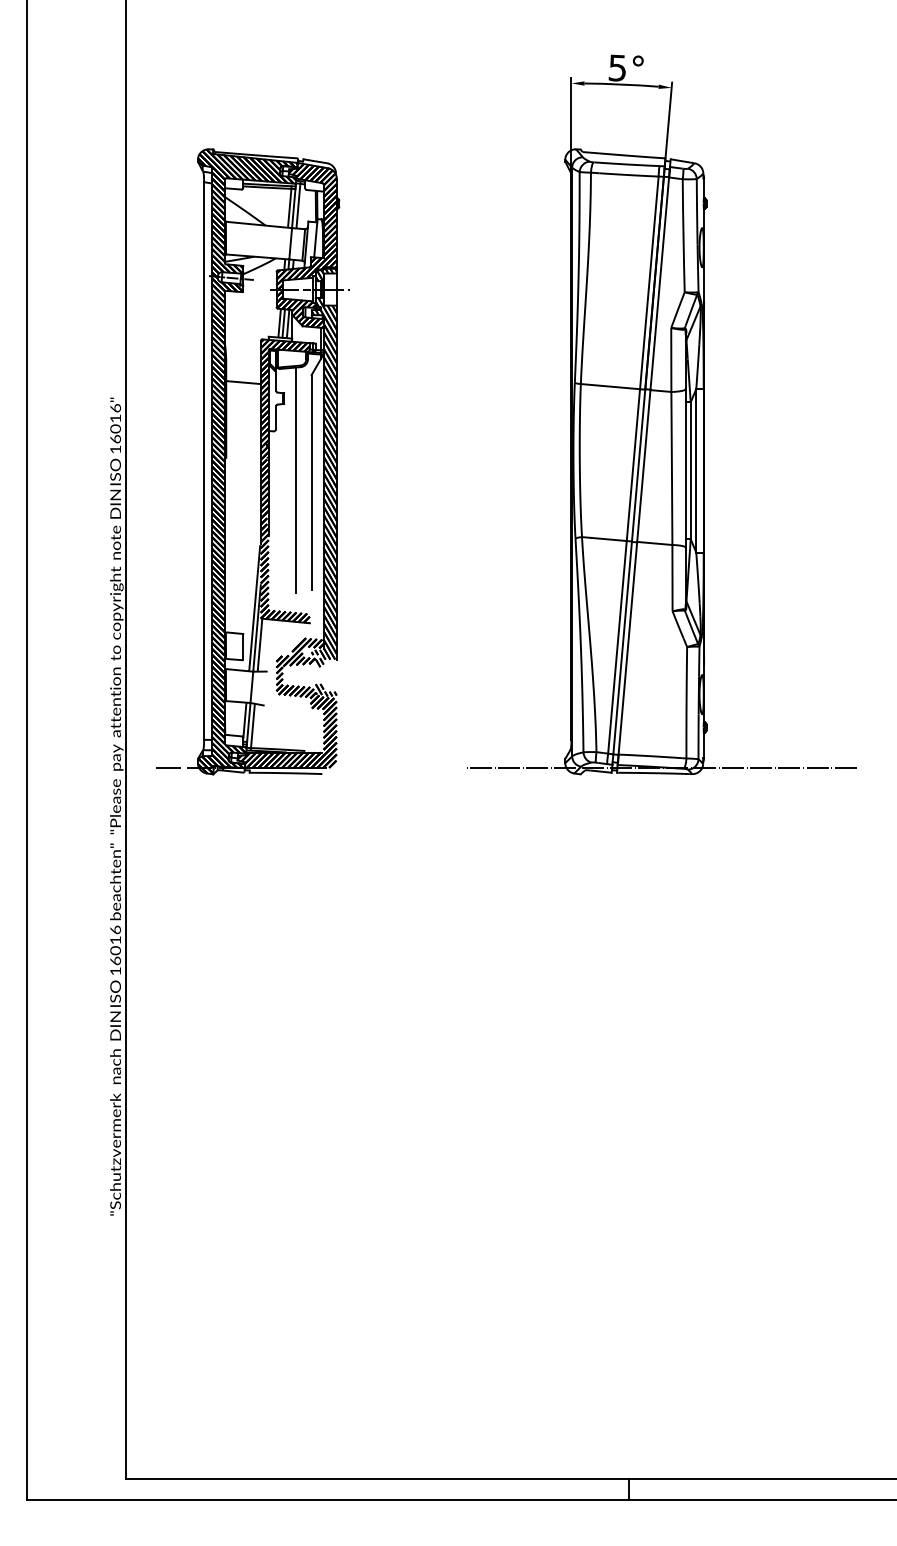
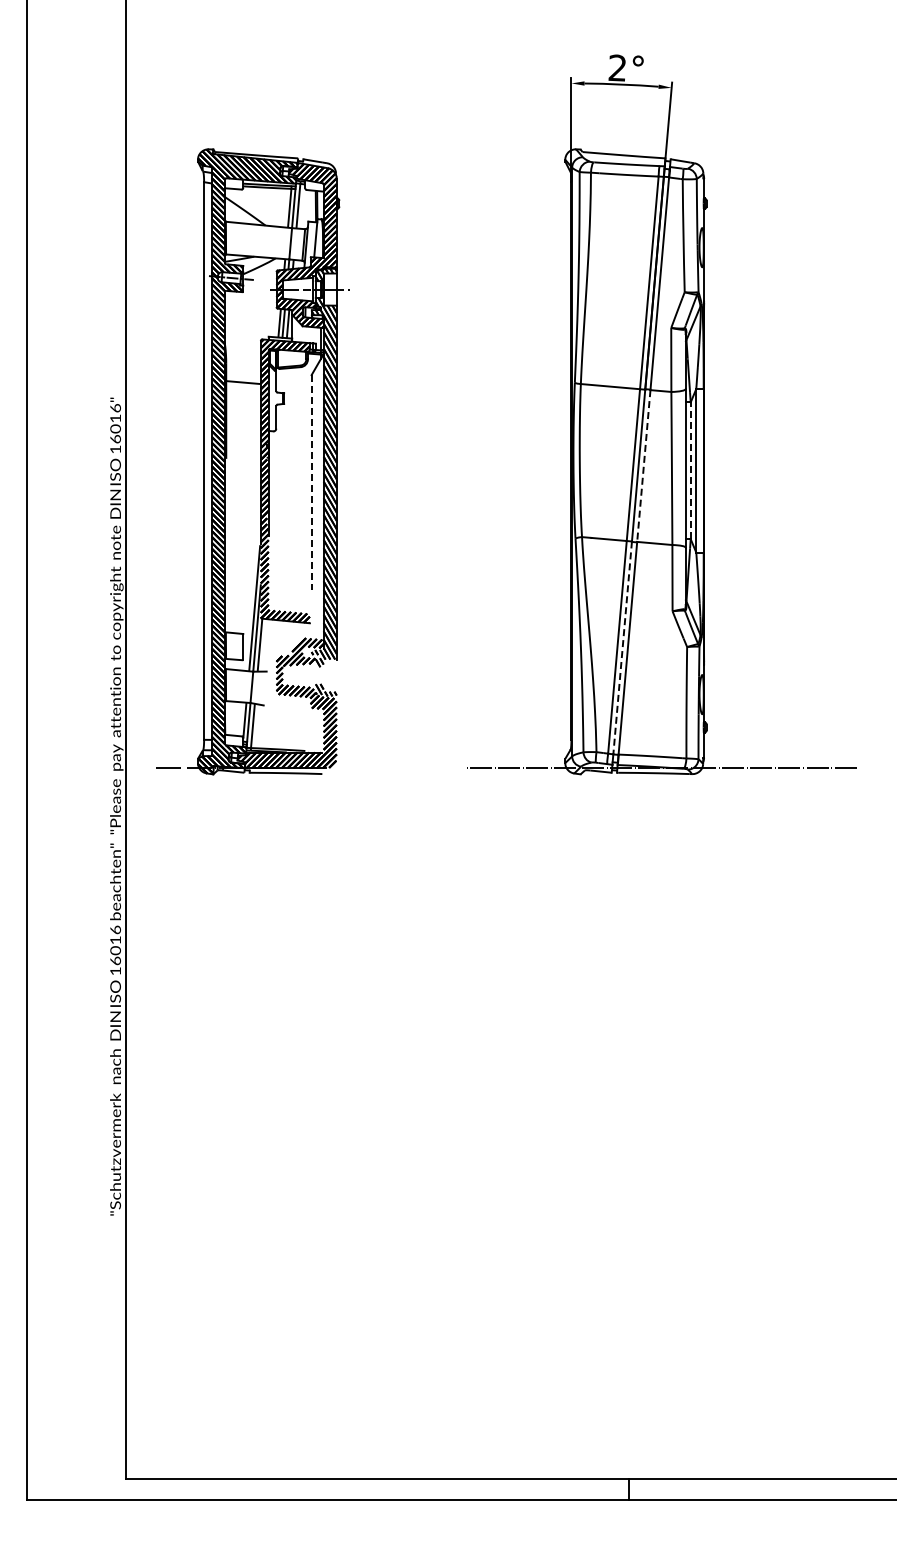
text at (616, 67): 5° -> 2°
line at (643, 466): solid -> dashed
line at (690, 470): solid -> dashed
line at (296, 479): present -> none
line at (311, 483): solid -> dashed
line at (622, 647): solid -> dashed
